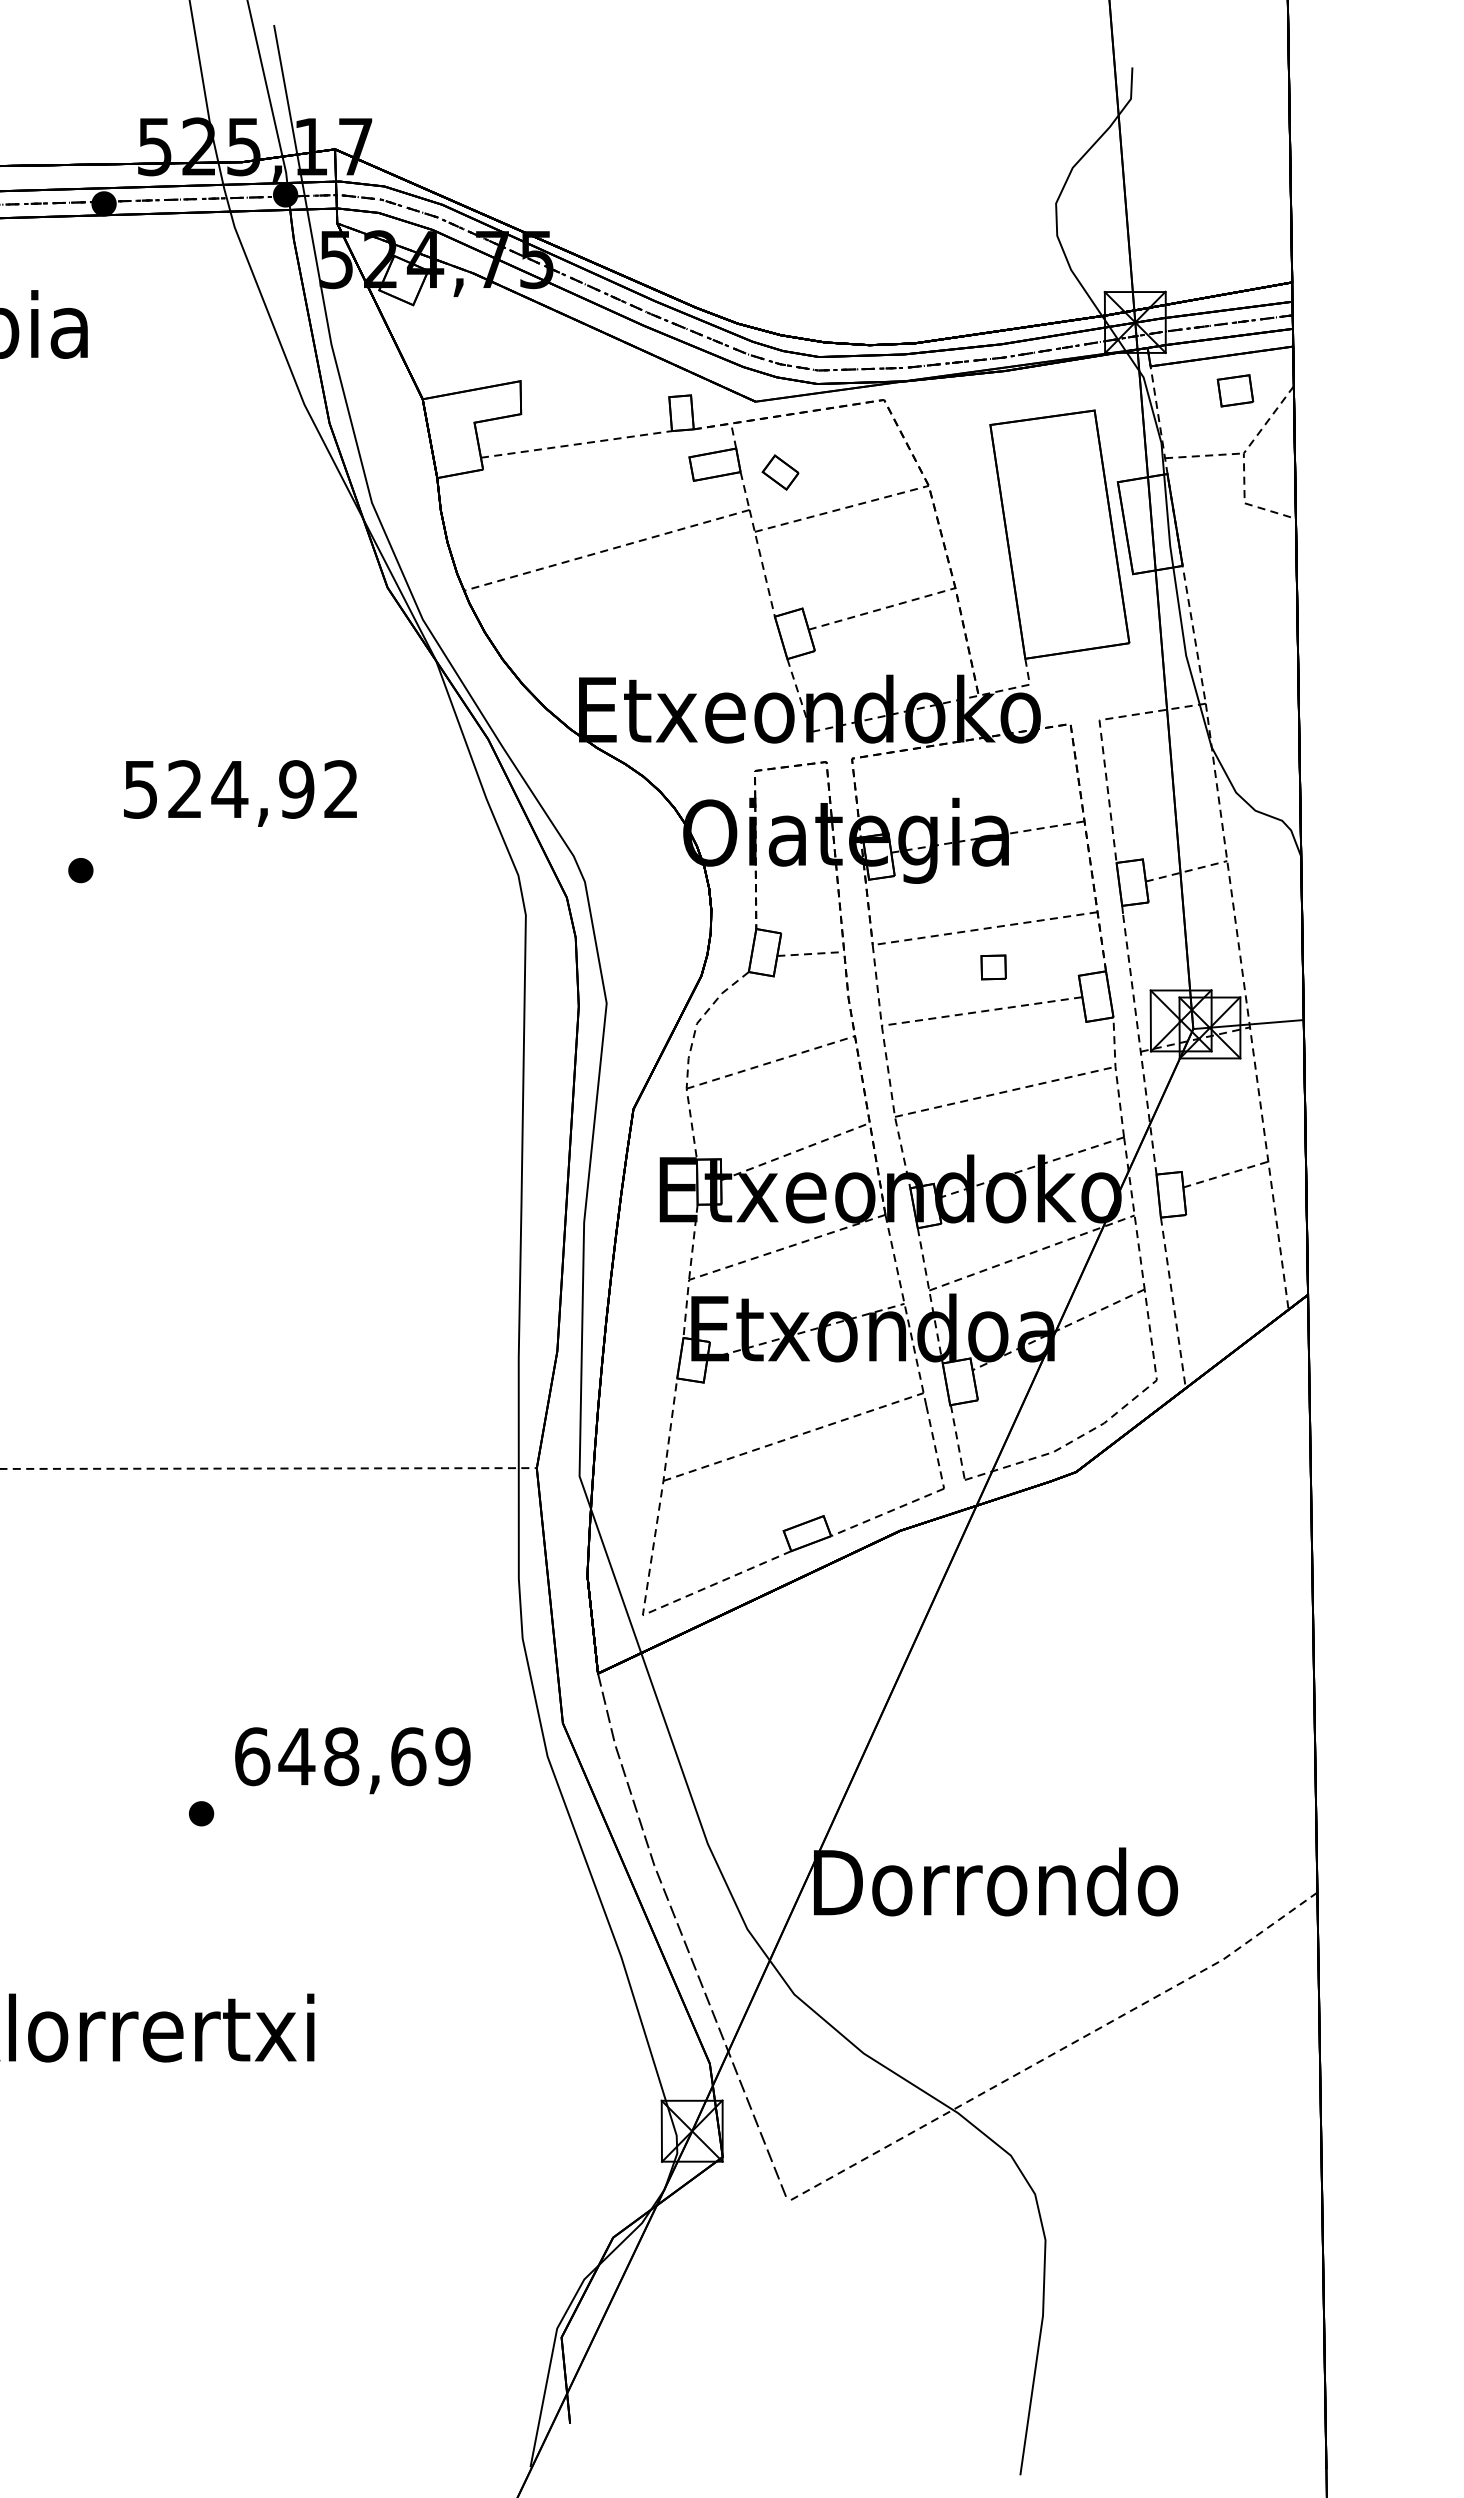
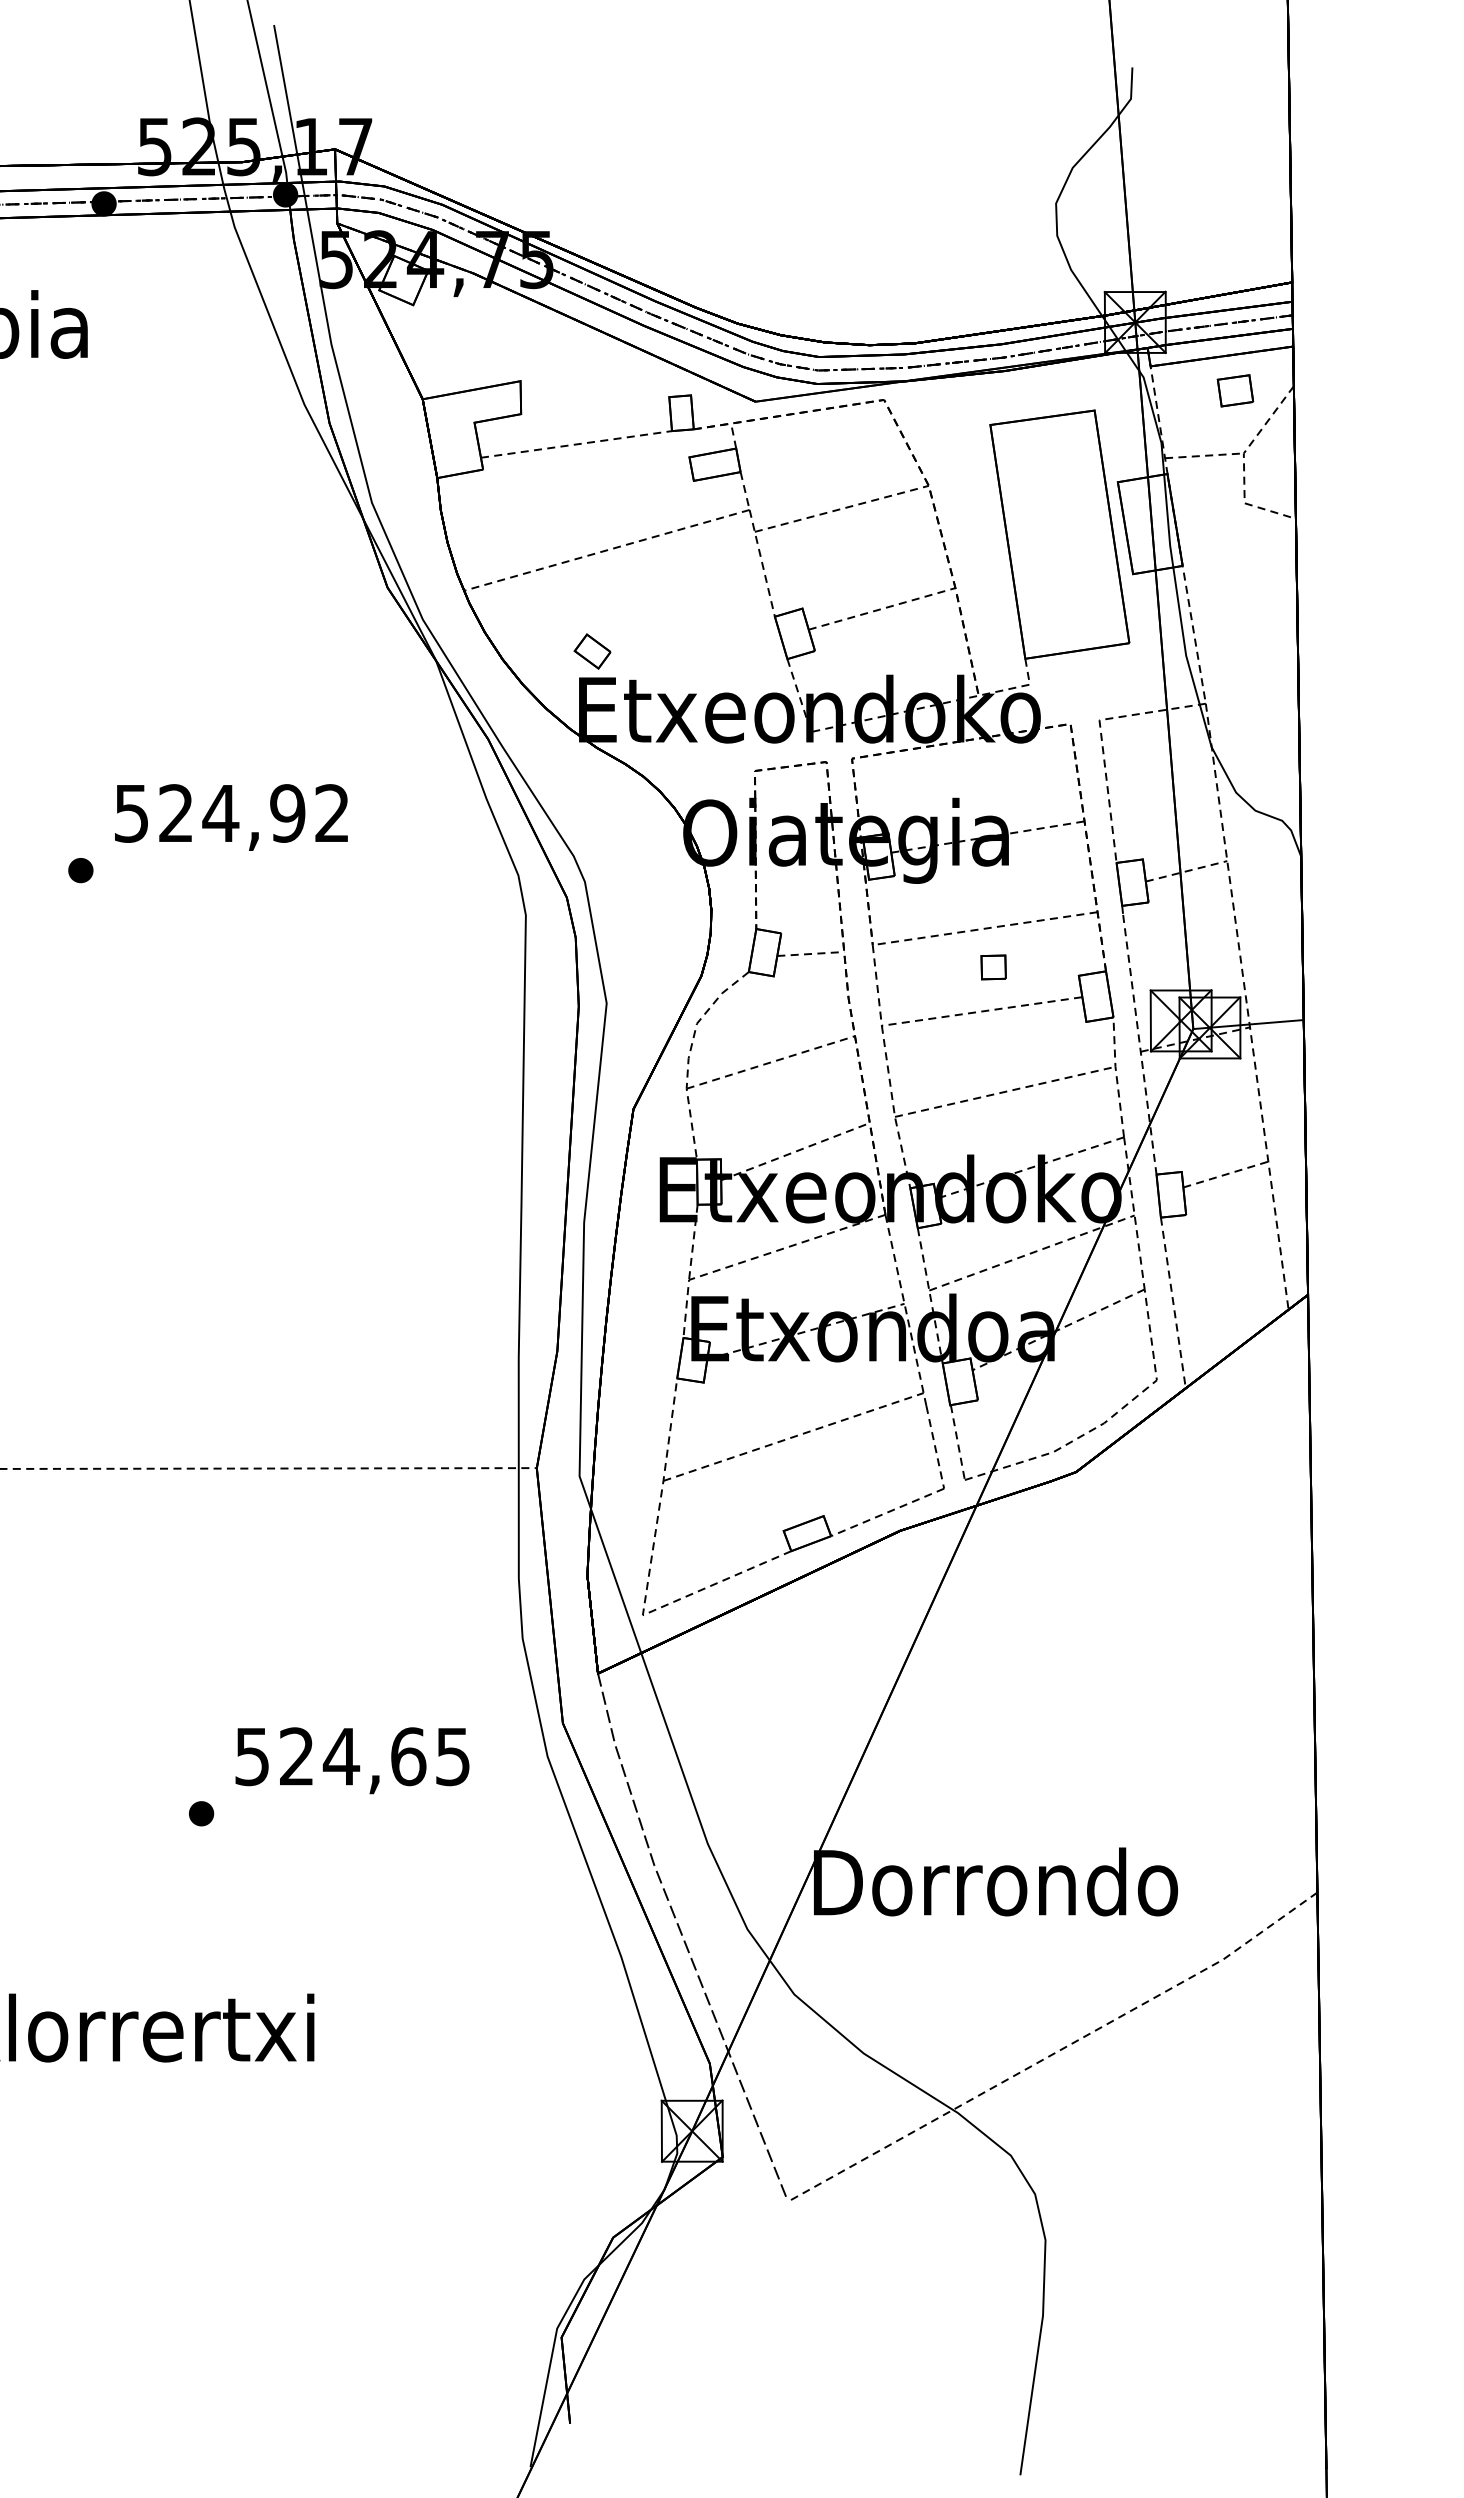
part at (780, 472) position: (780, 472) -> (592, 651)
text at (240, 793) position: (240, 793) -> (231, 817)
text at (352, 1756): 648,69 -> 524,65
